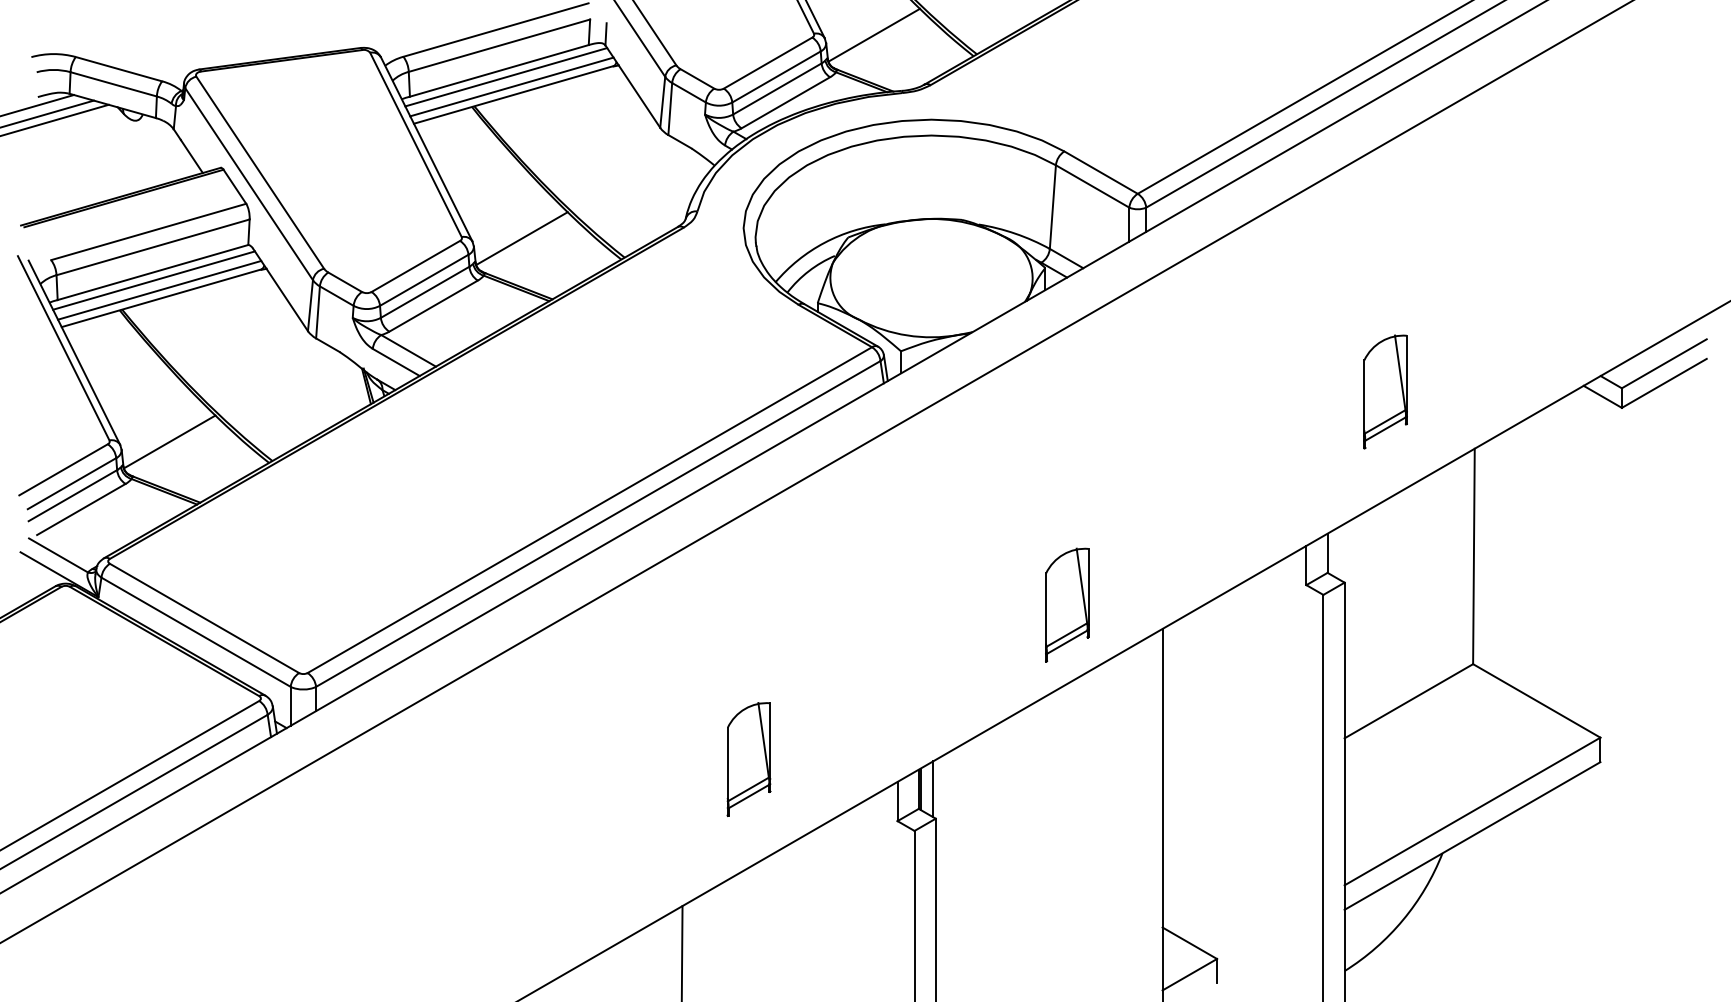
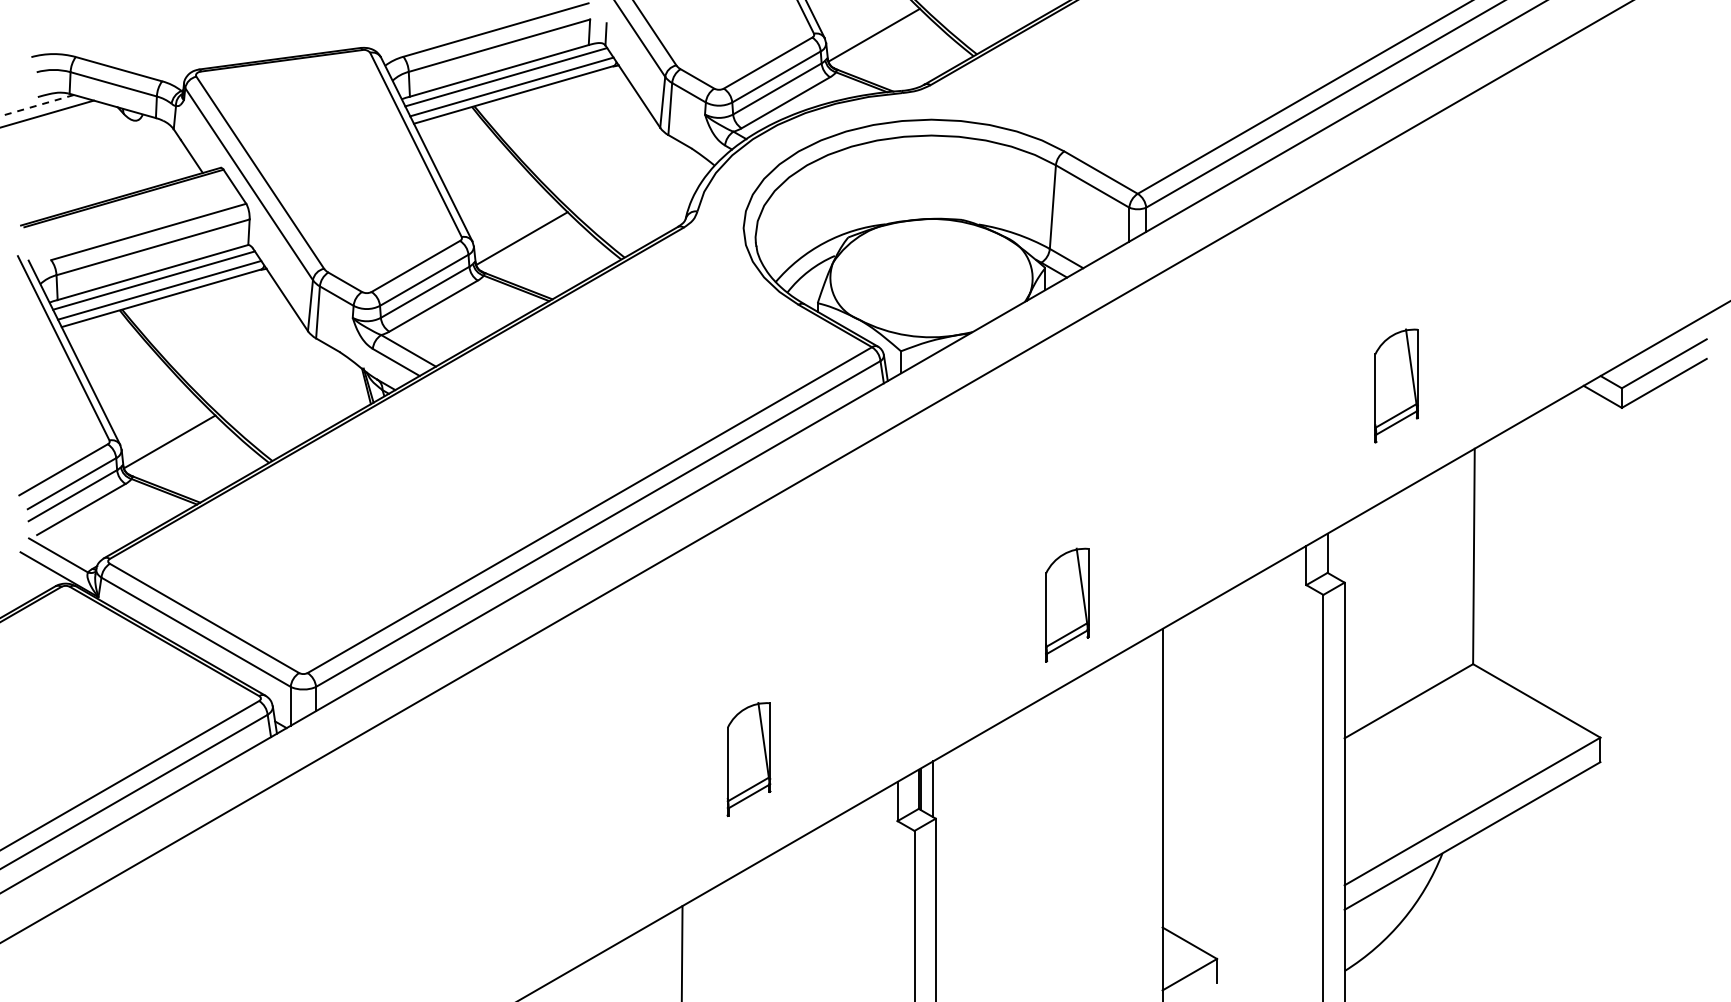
line at (36, 105): solid -> dashed
line at (55, 119): present -> none
part at (1385, 391) position: (1385, 391) -> (1396, 385)
